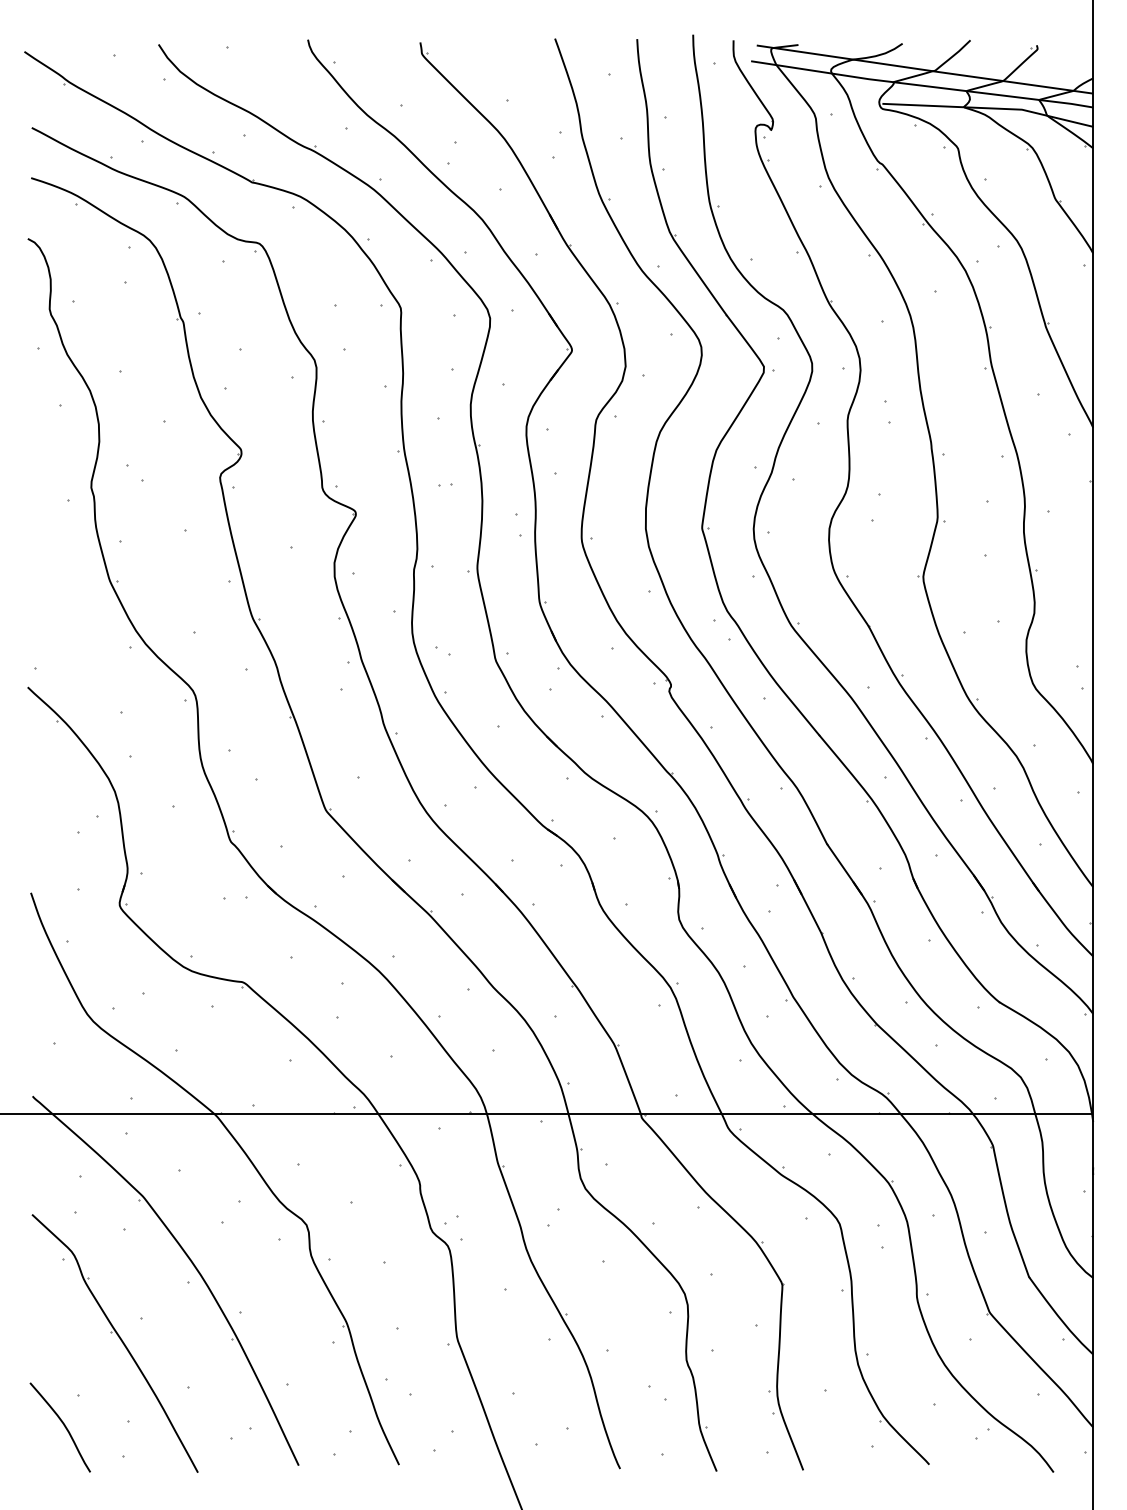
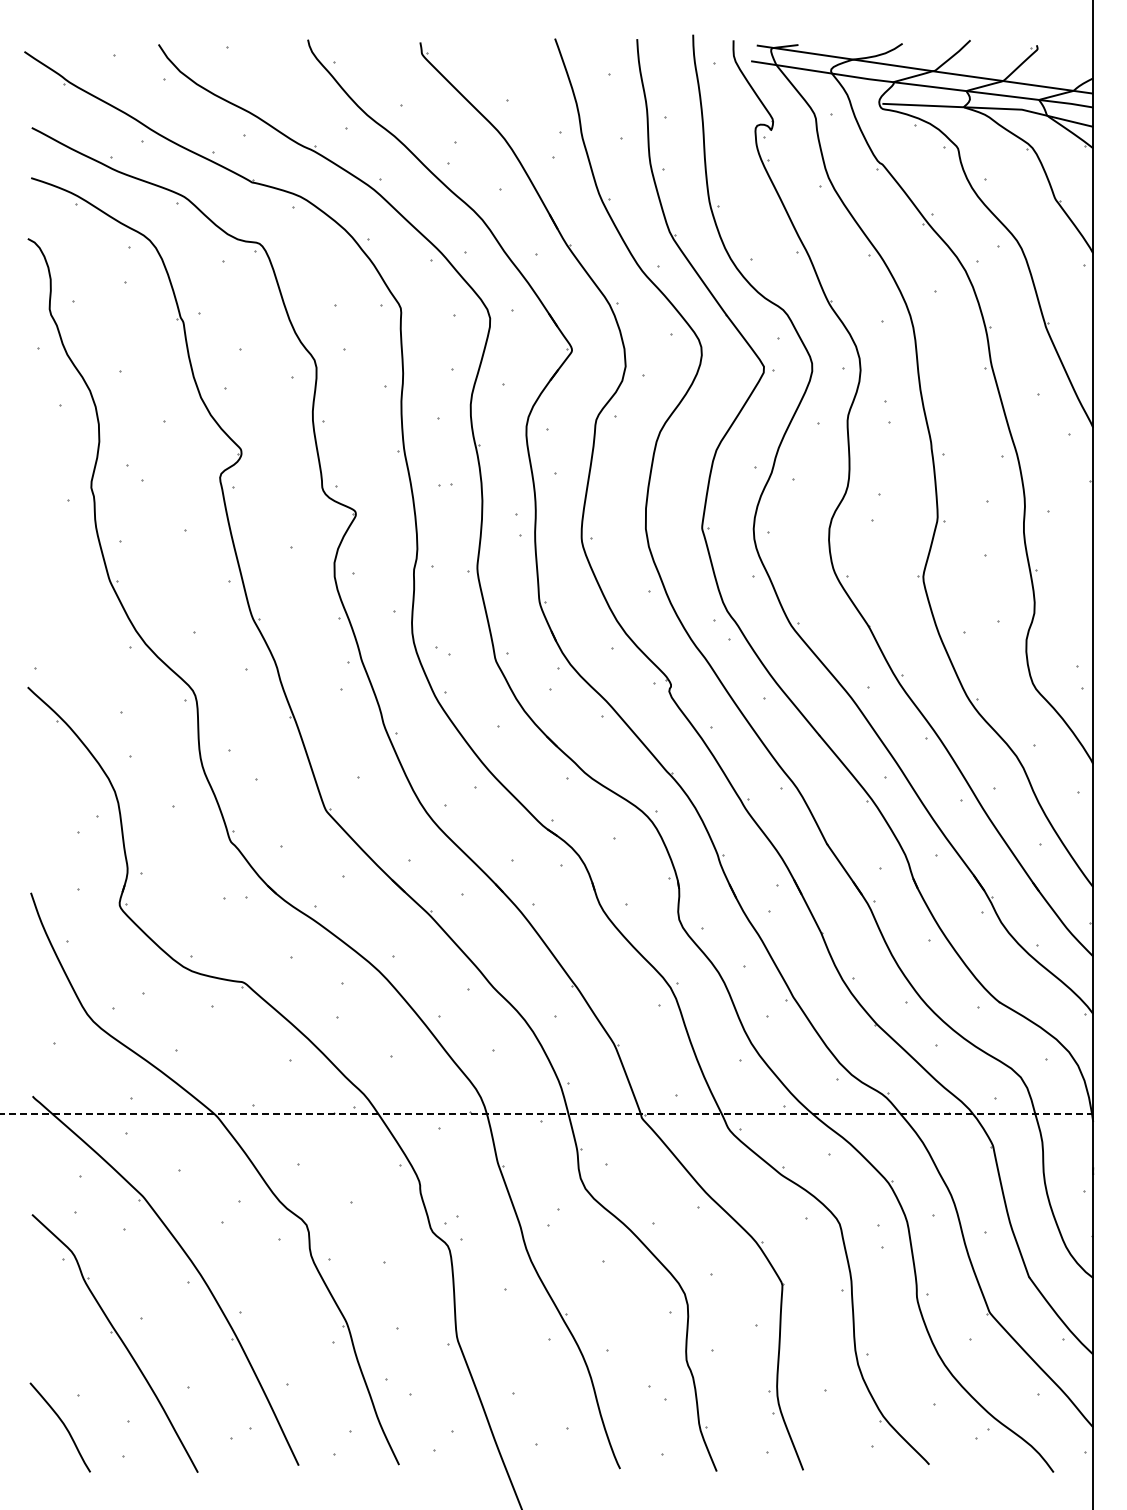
line at (546, 1113): solid -> dashed
